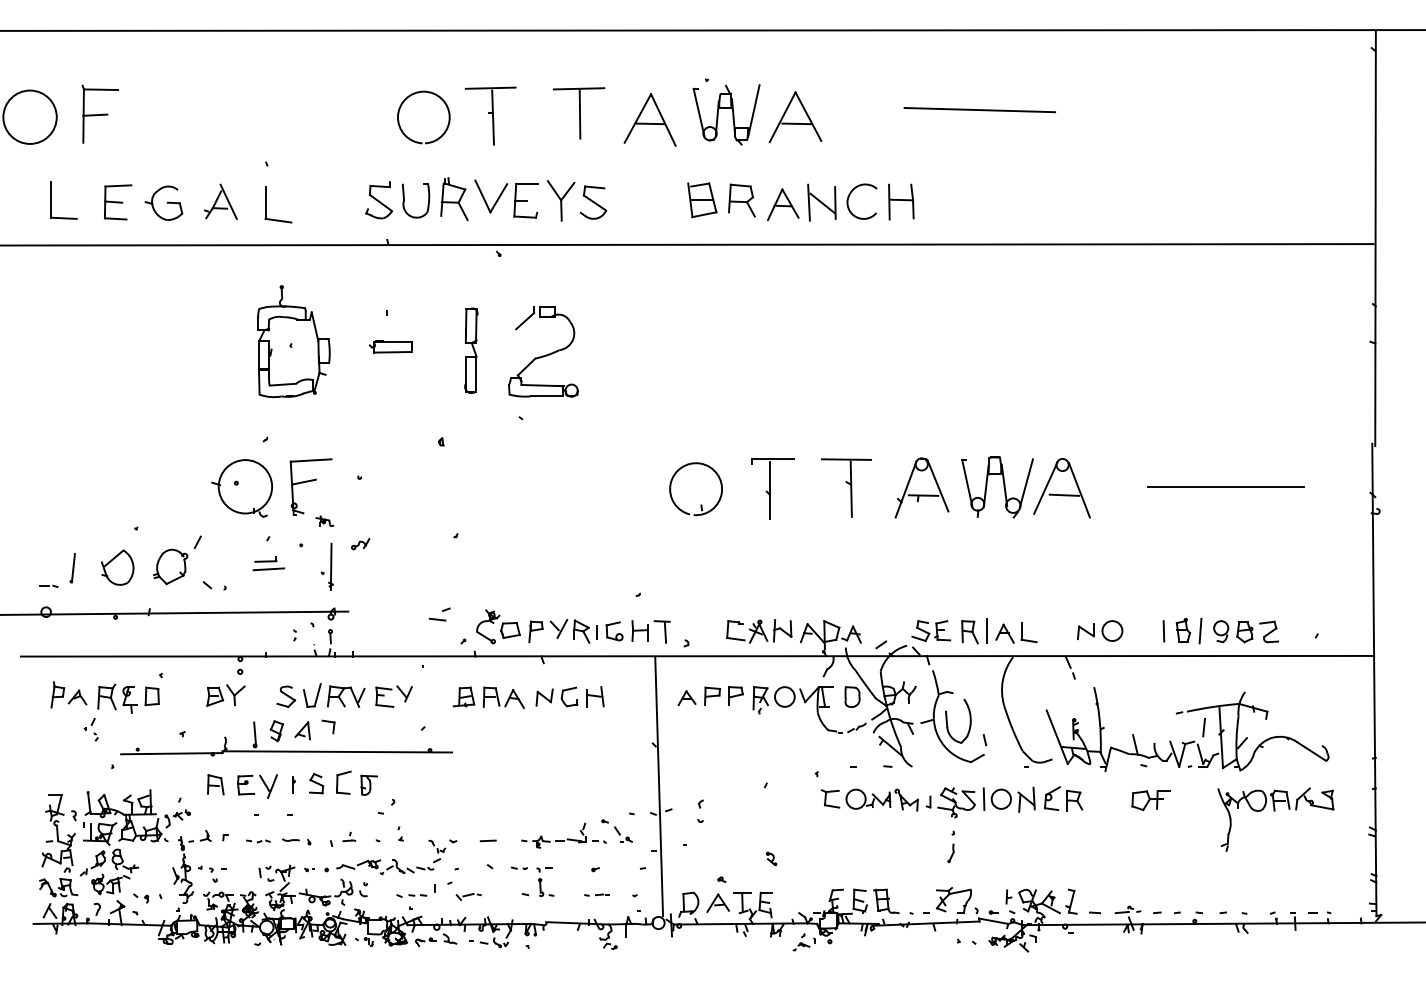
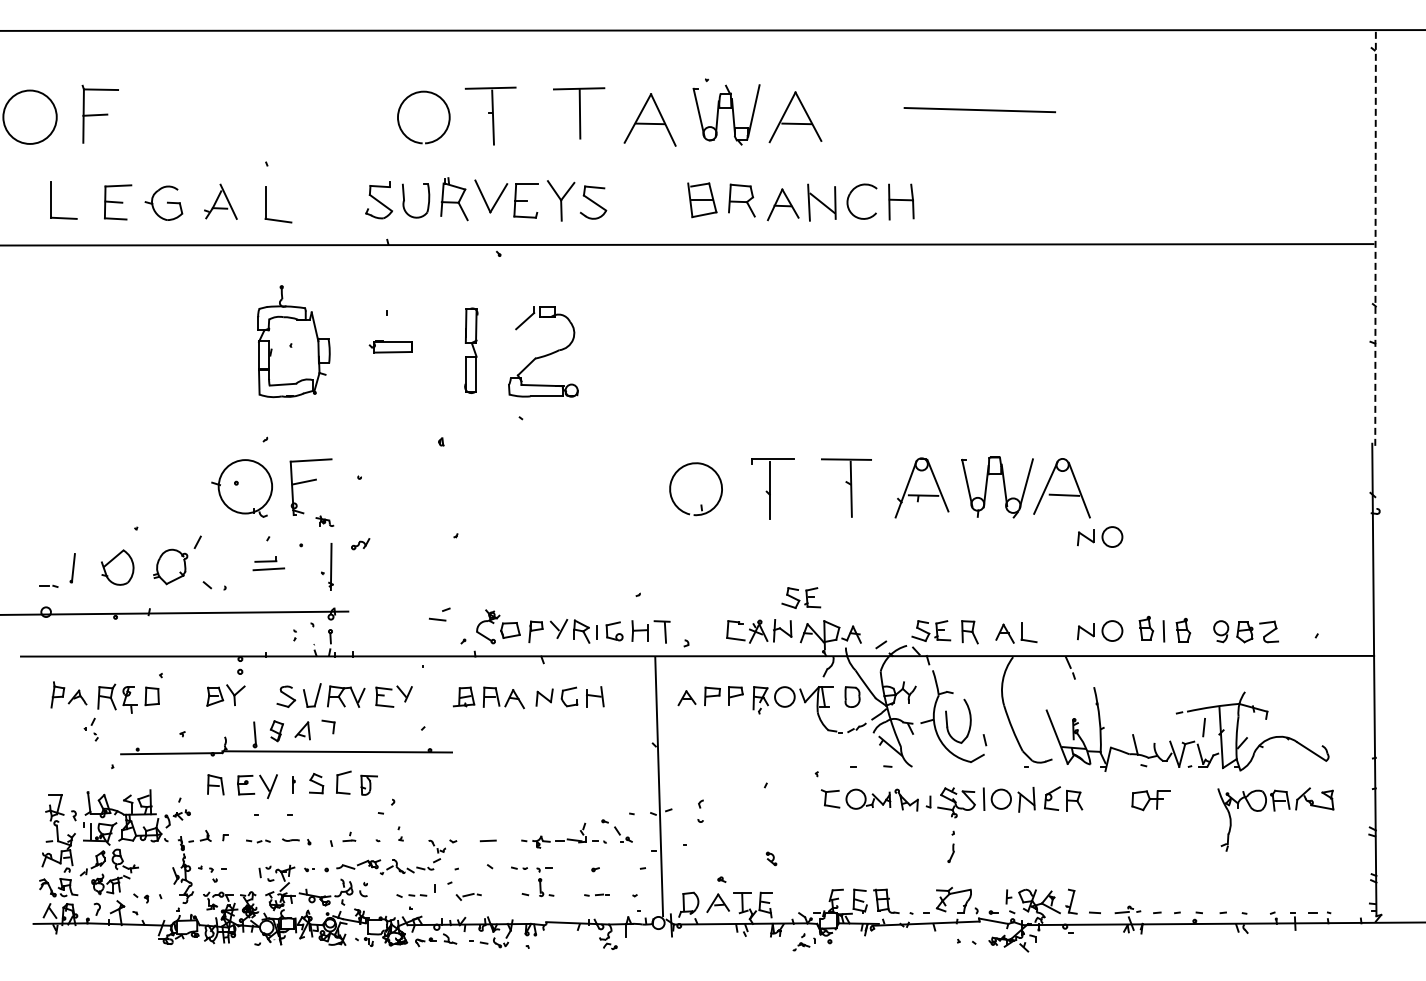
line at (1375, 239): solid -> dashed
line at (1225, 487): present -> none
part at (1100, 536): none -> present
part at (801, 597): none -> present
part at (1146, 627): none -> present
line at (986, 630): present -> none
line at (1200, 630): present -> none
